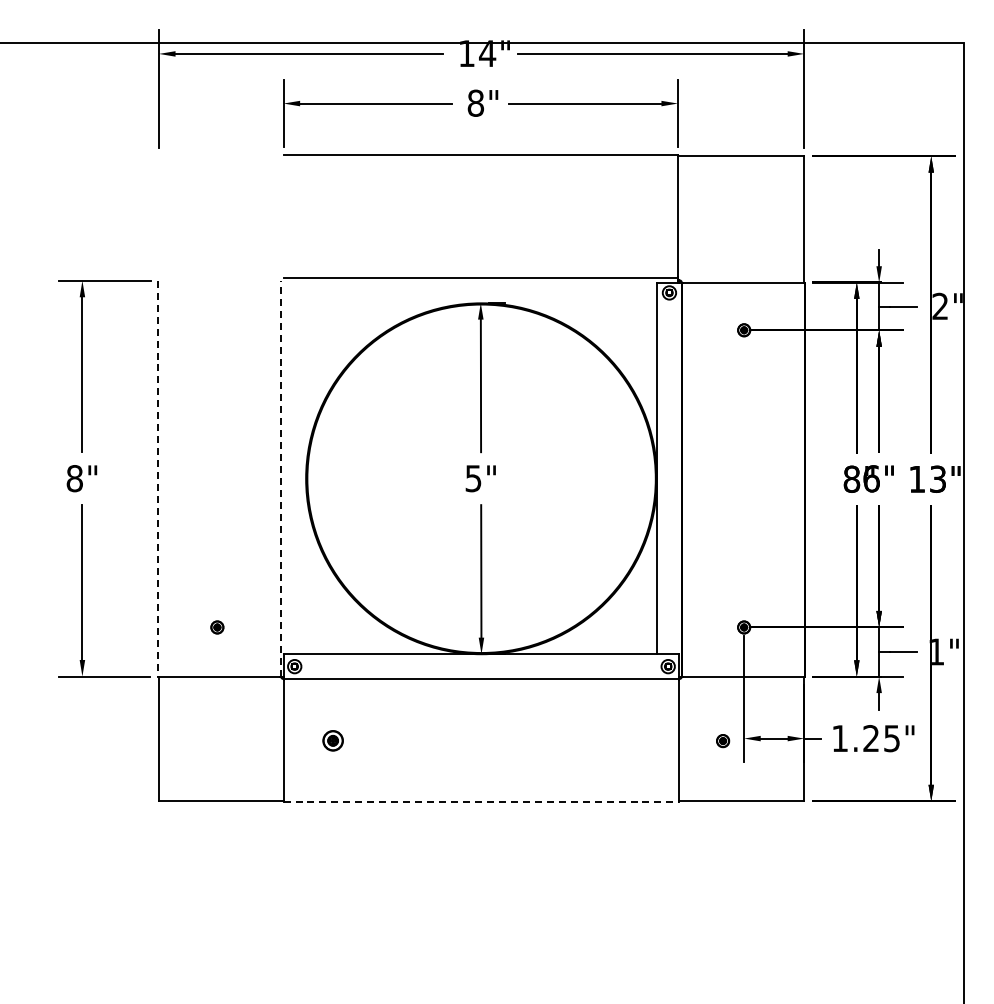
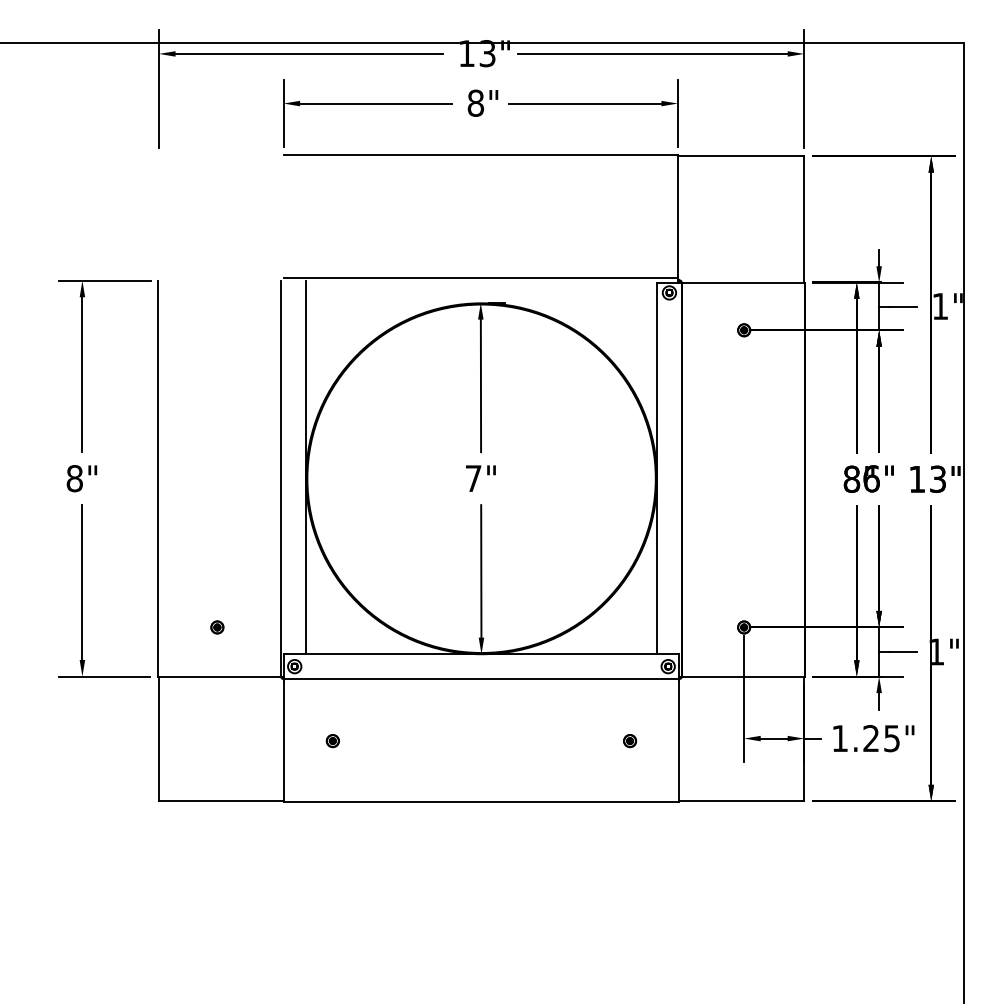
text at (487, 53): 14" -> 13"
text at (939, 305): 2" -> 1"
line at (305, 467): none -> present
line at (158, 478): dashed -> solid
line at (281, 478): dashed -> solid
text at (473, 478): 5" -> 7"
part at (332, 740) size: 22x22 px -> 15x15 px
part at (723, 741) position: (723, 741) -> (630, 741)
line at (481, 801): dashed -> solid
